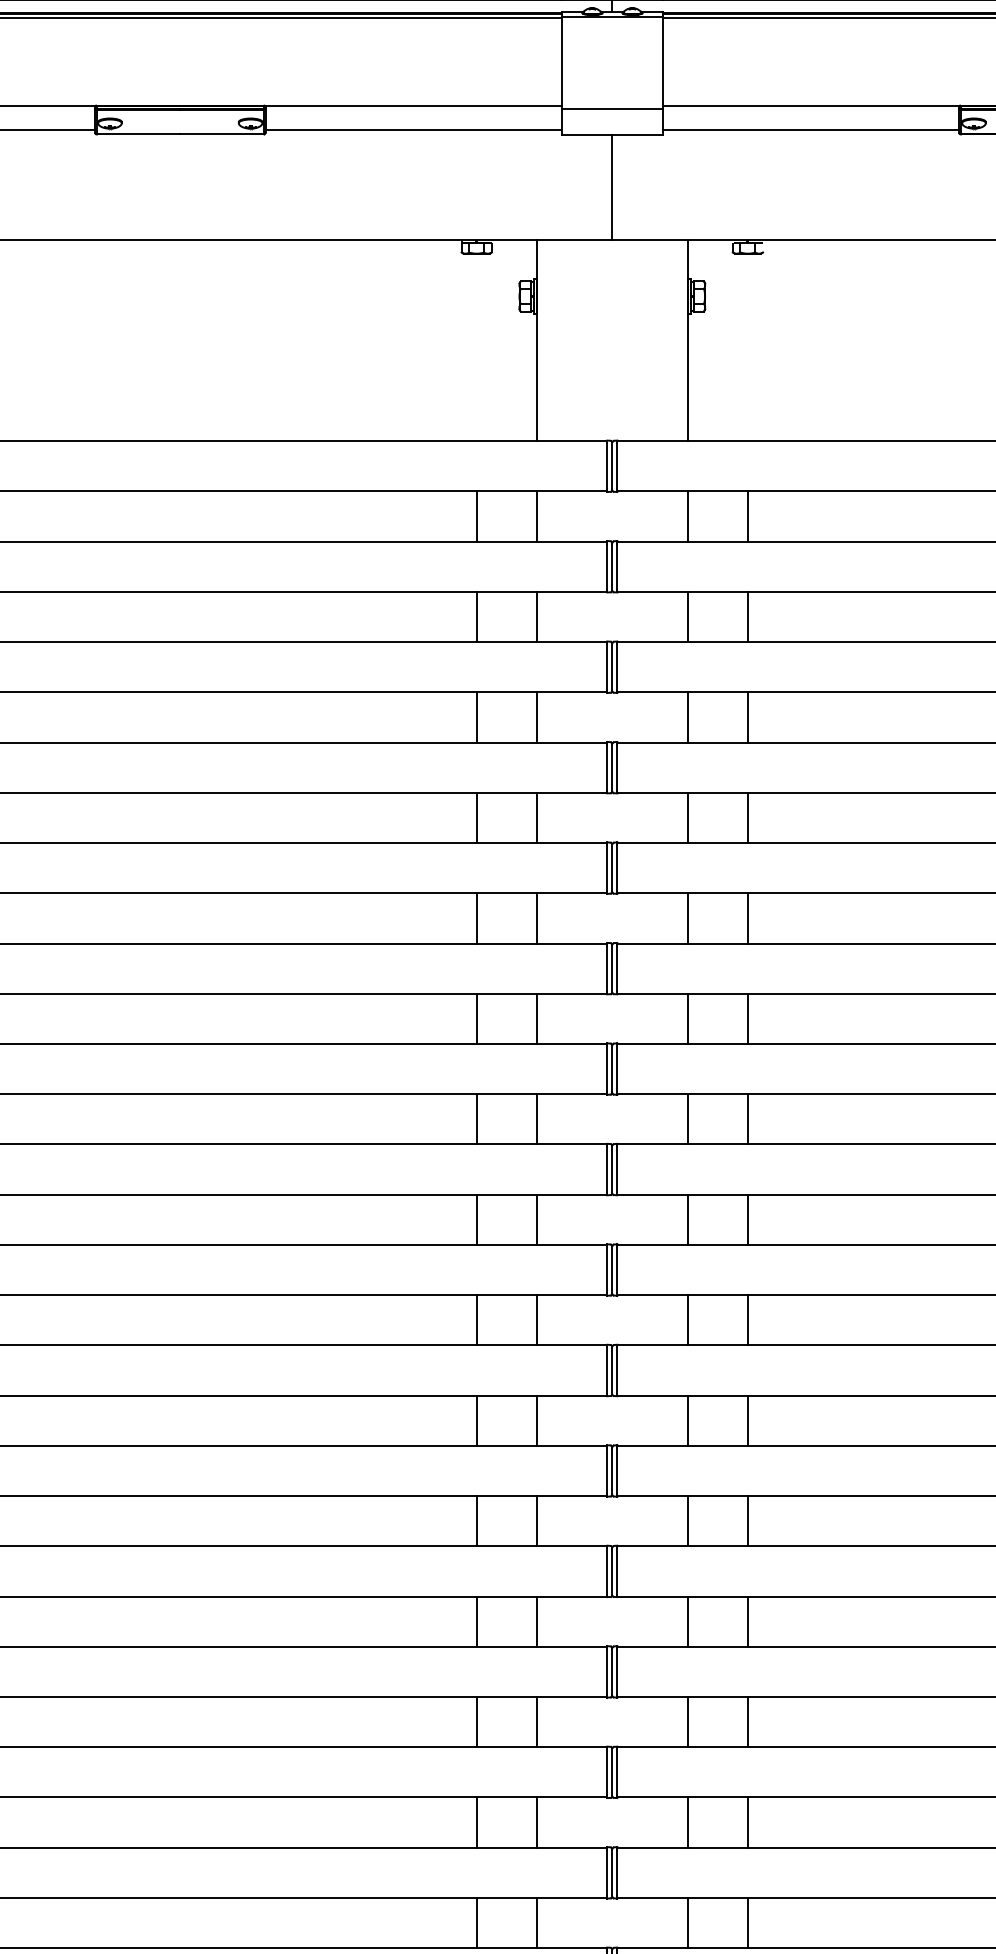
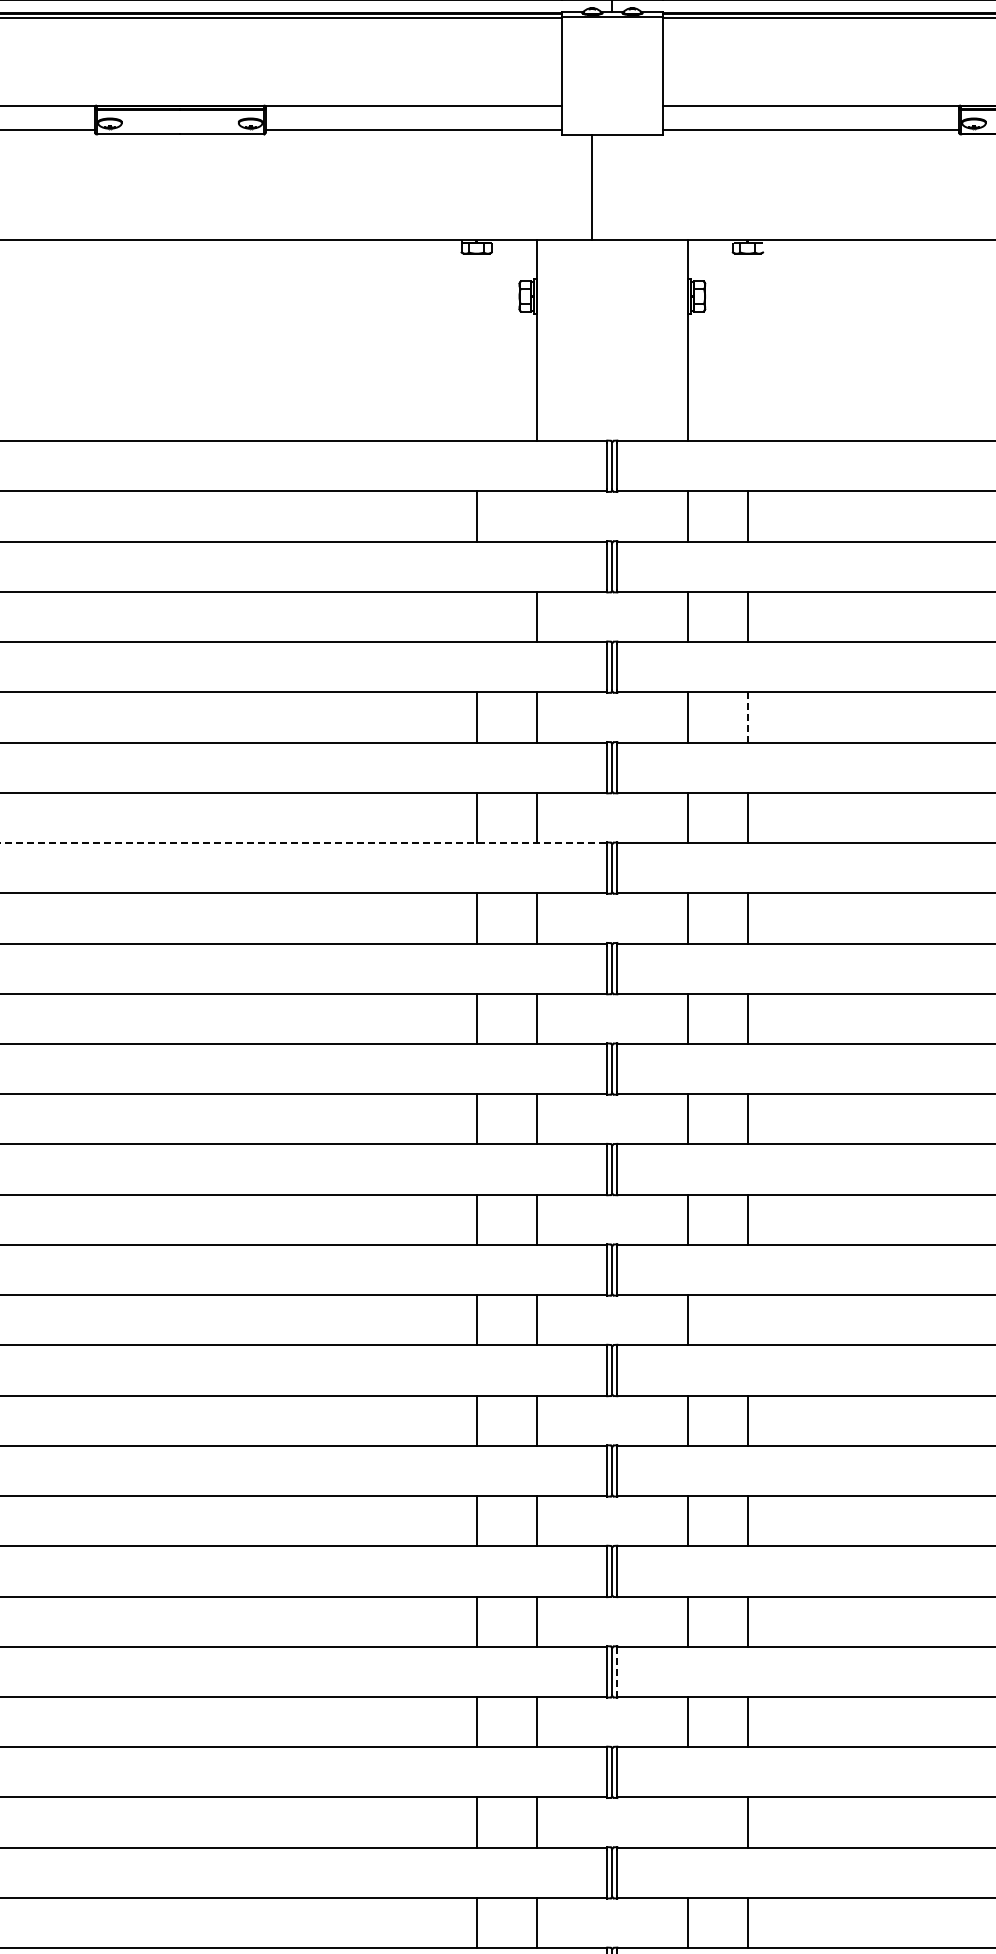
line at (612, 109): present -> none
line at (612, 187) position: (612, 187) -> (592, 187)
line at (536, 516): present -> none
line at (476, 616): present -> none
line at (747, 716): solid -> dashed
line at (304, 843): solid -> dashed
line at (747, 1320): present -> none
line at (617, 1672): solid -> dashed
line at (687, 1822): present -> none
